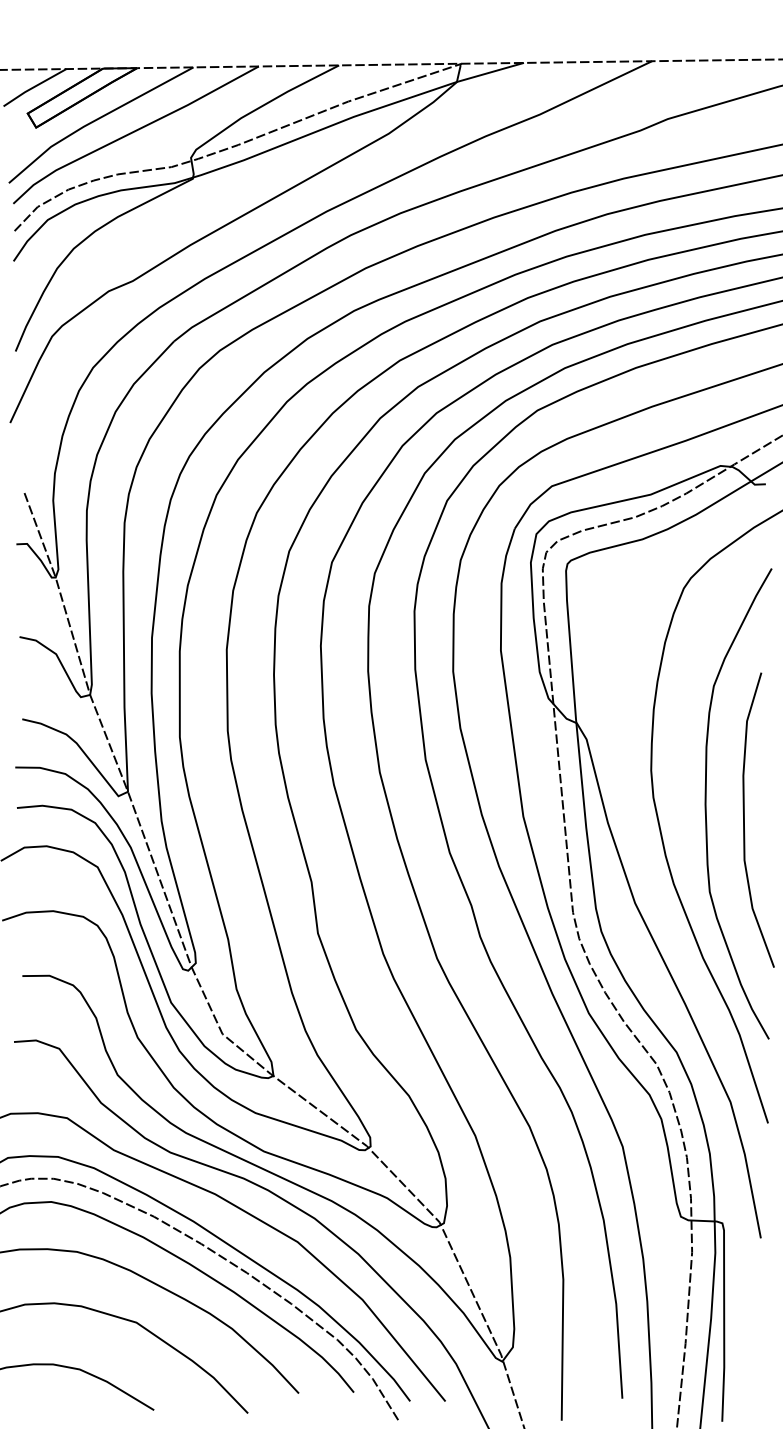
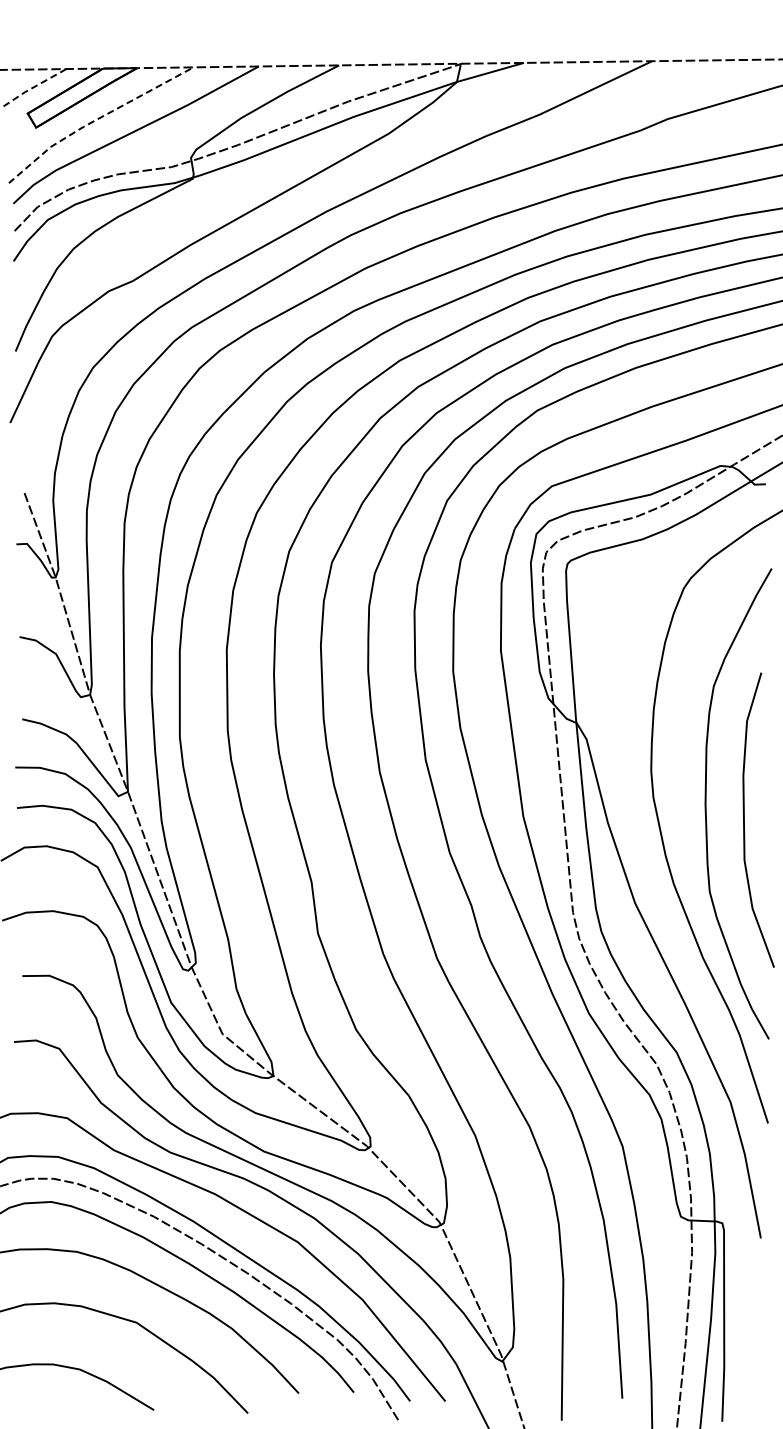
line at (35, 86): solid -> dashed
line at (96, 120): solid -> dashed
